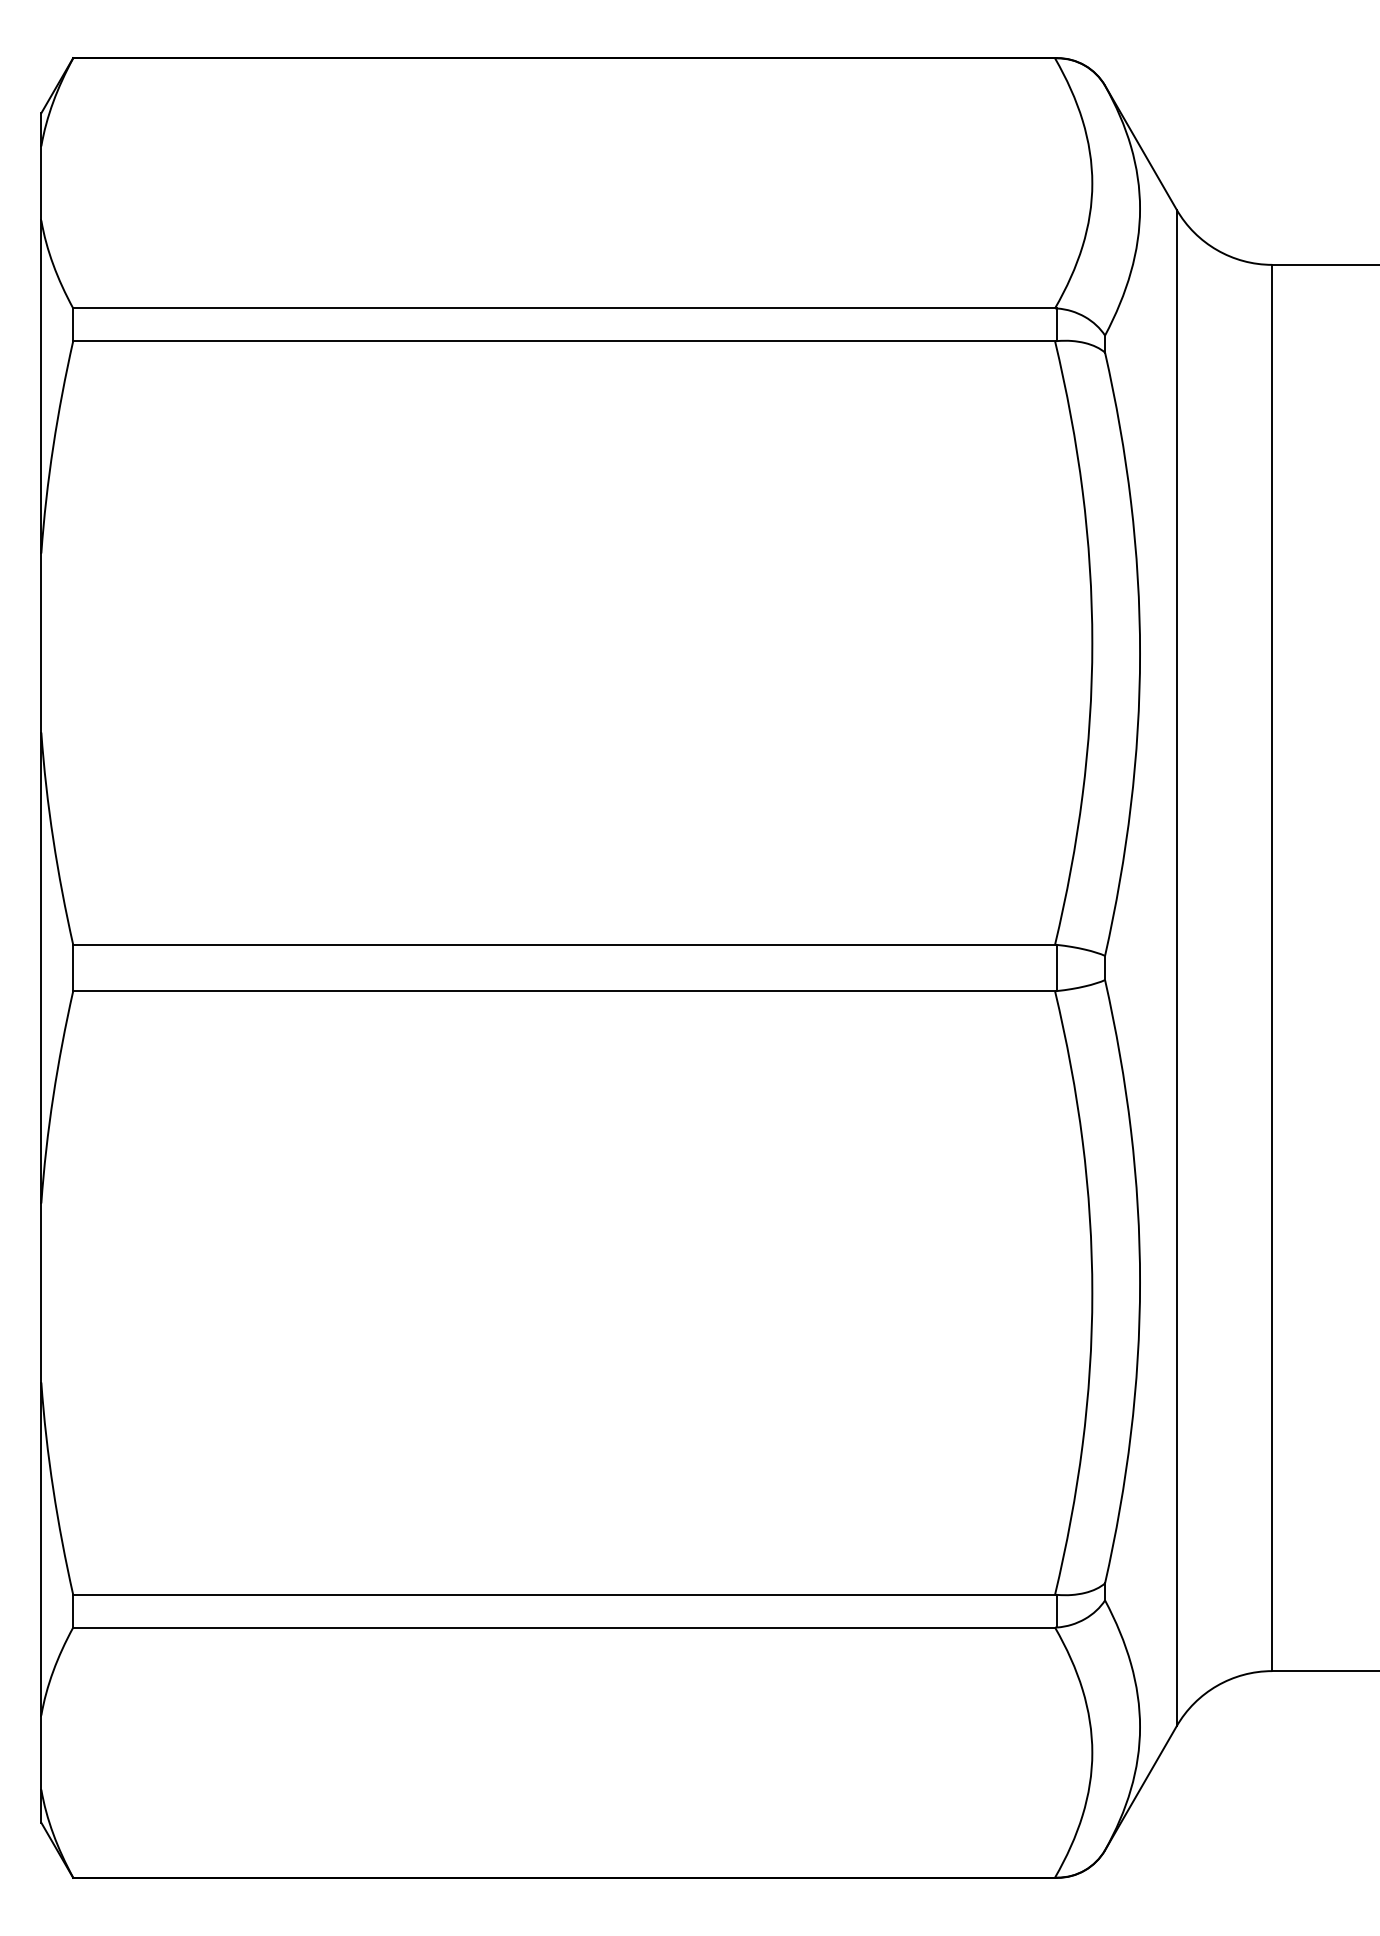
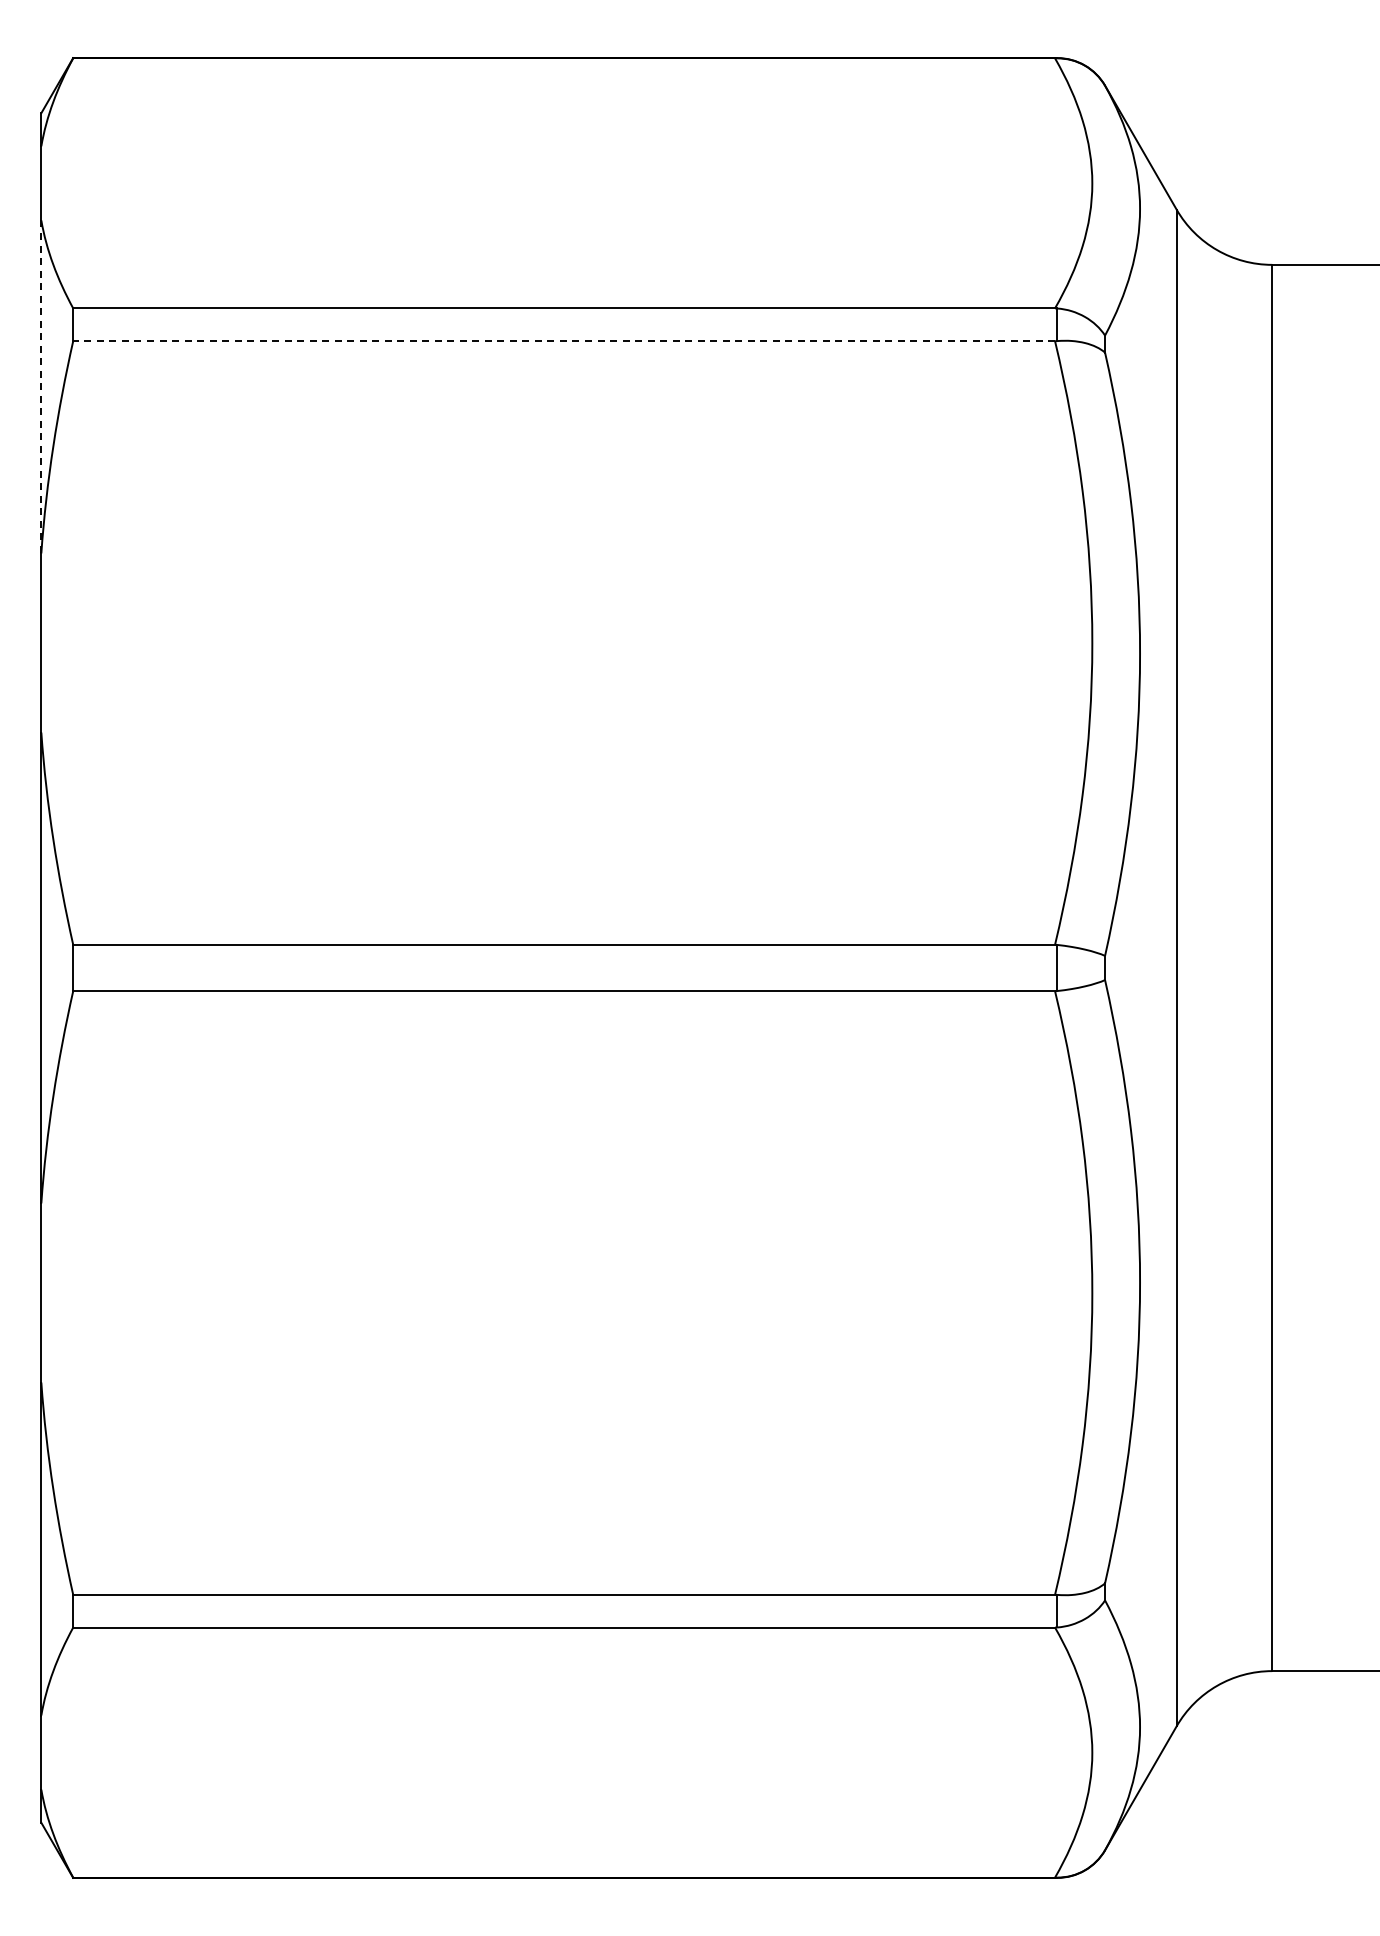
line at (564, 341): solid -> dashed
line at (41, 387): solid -> dashed
